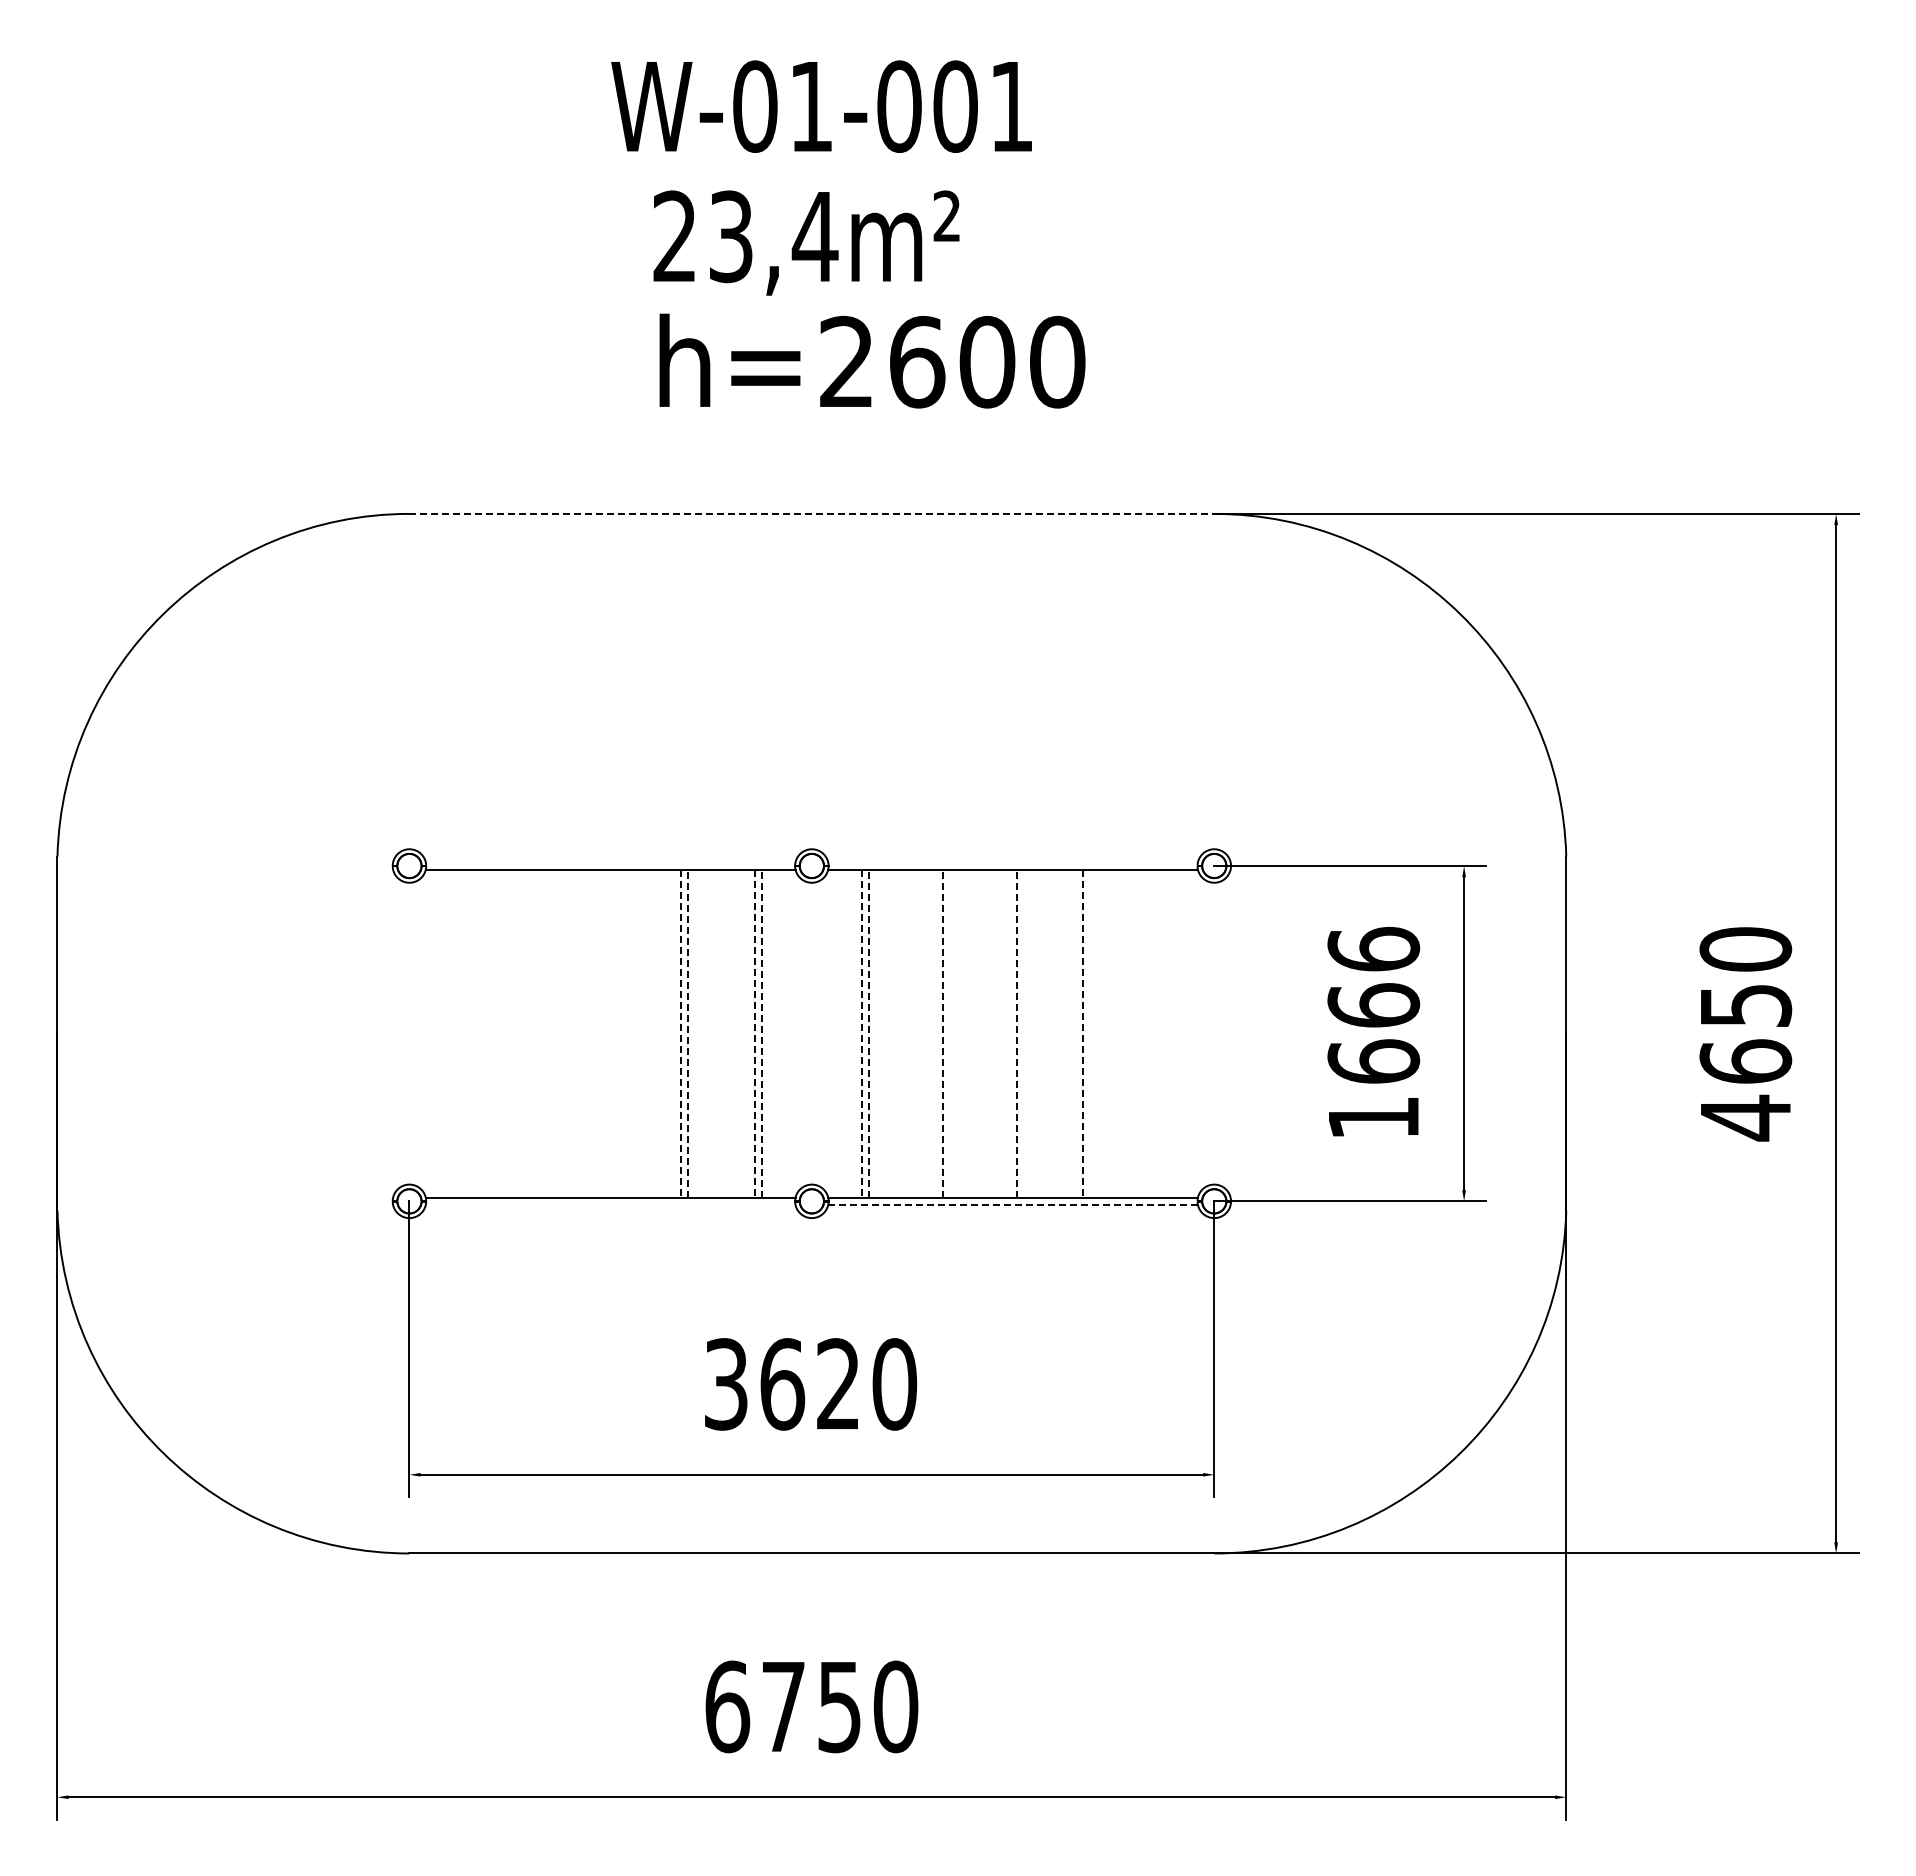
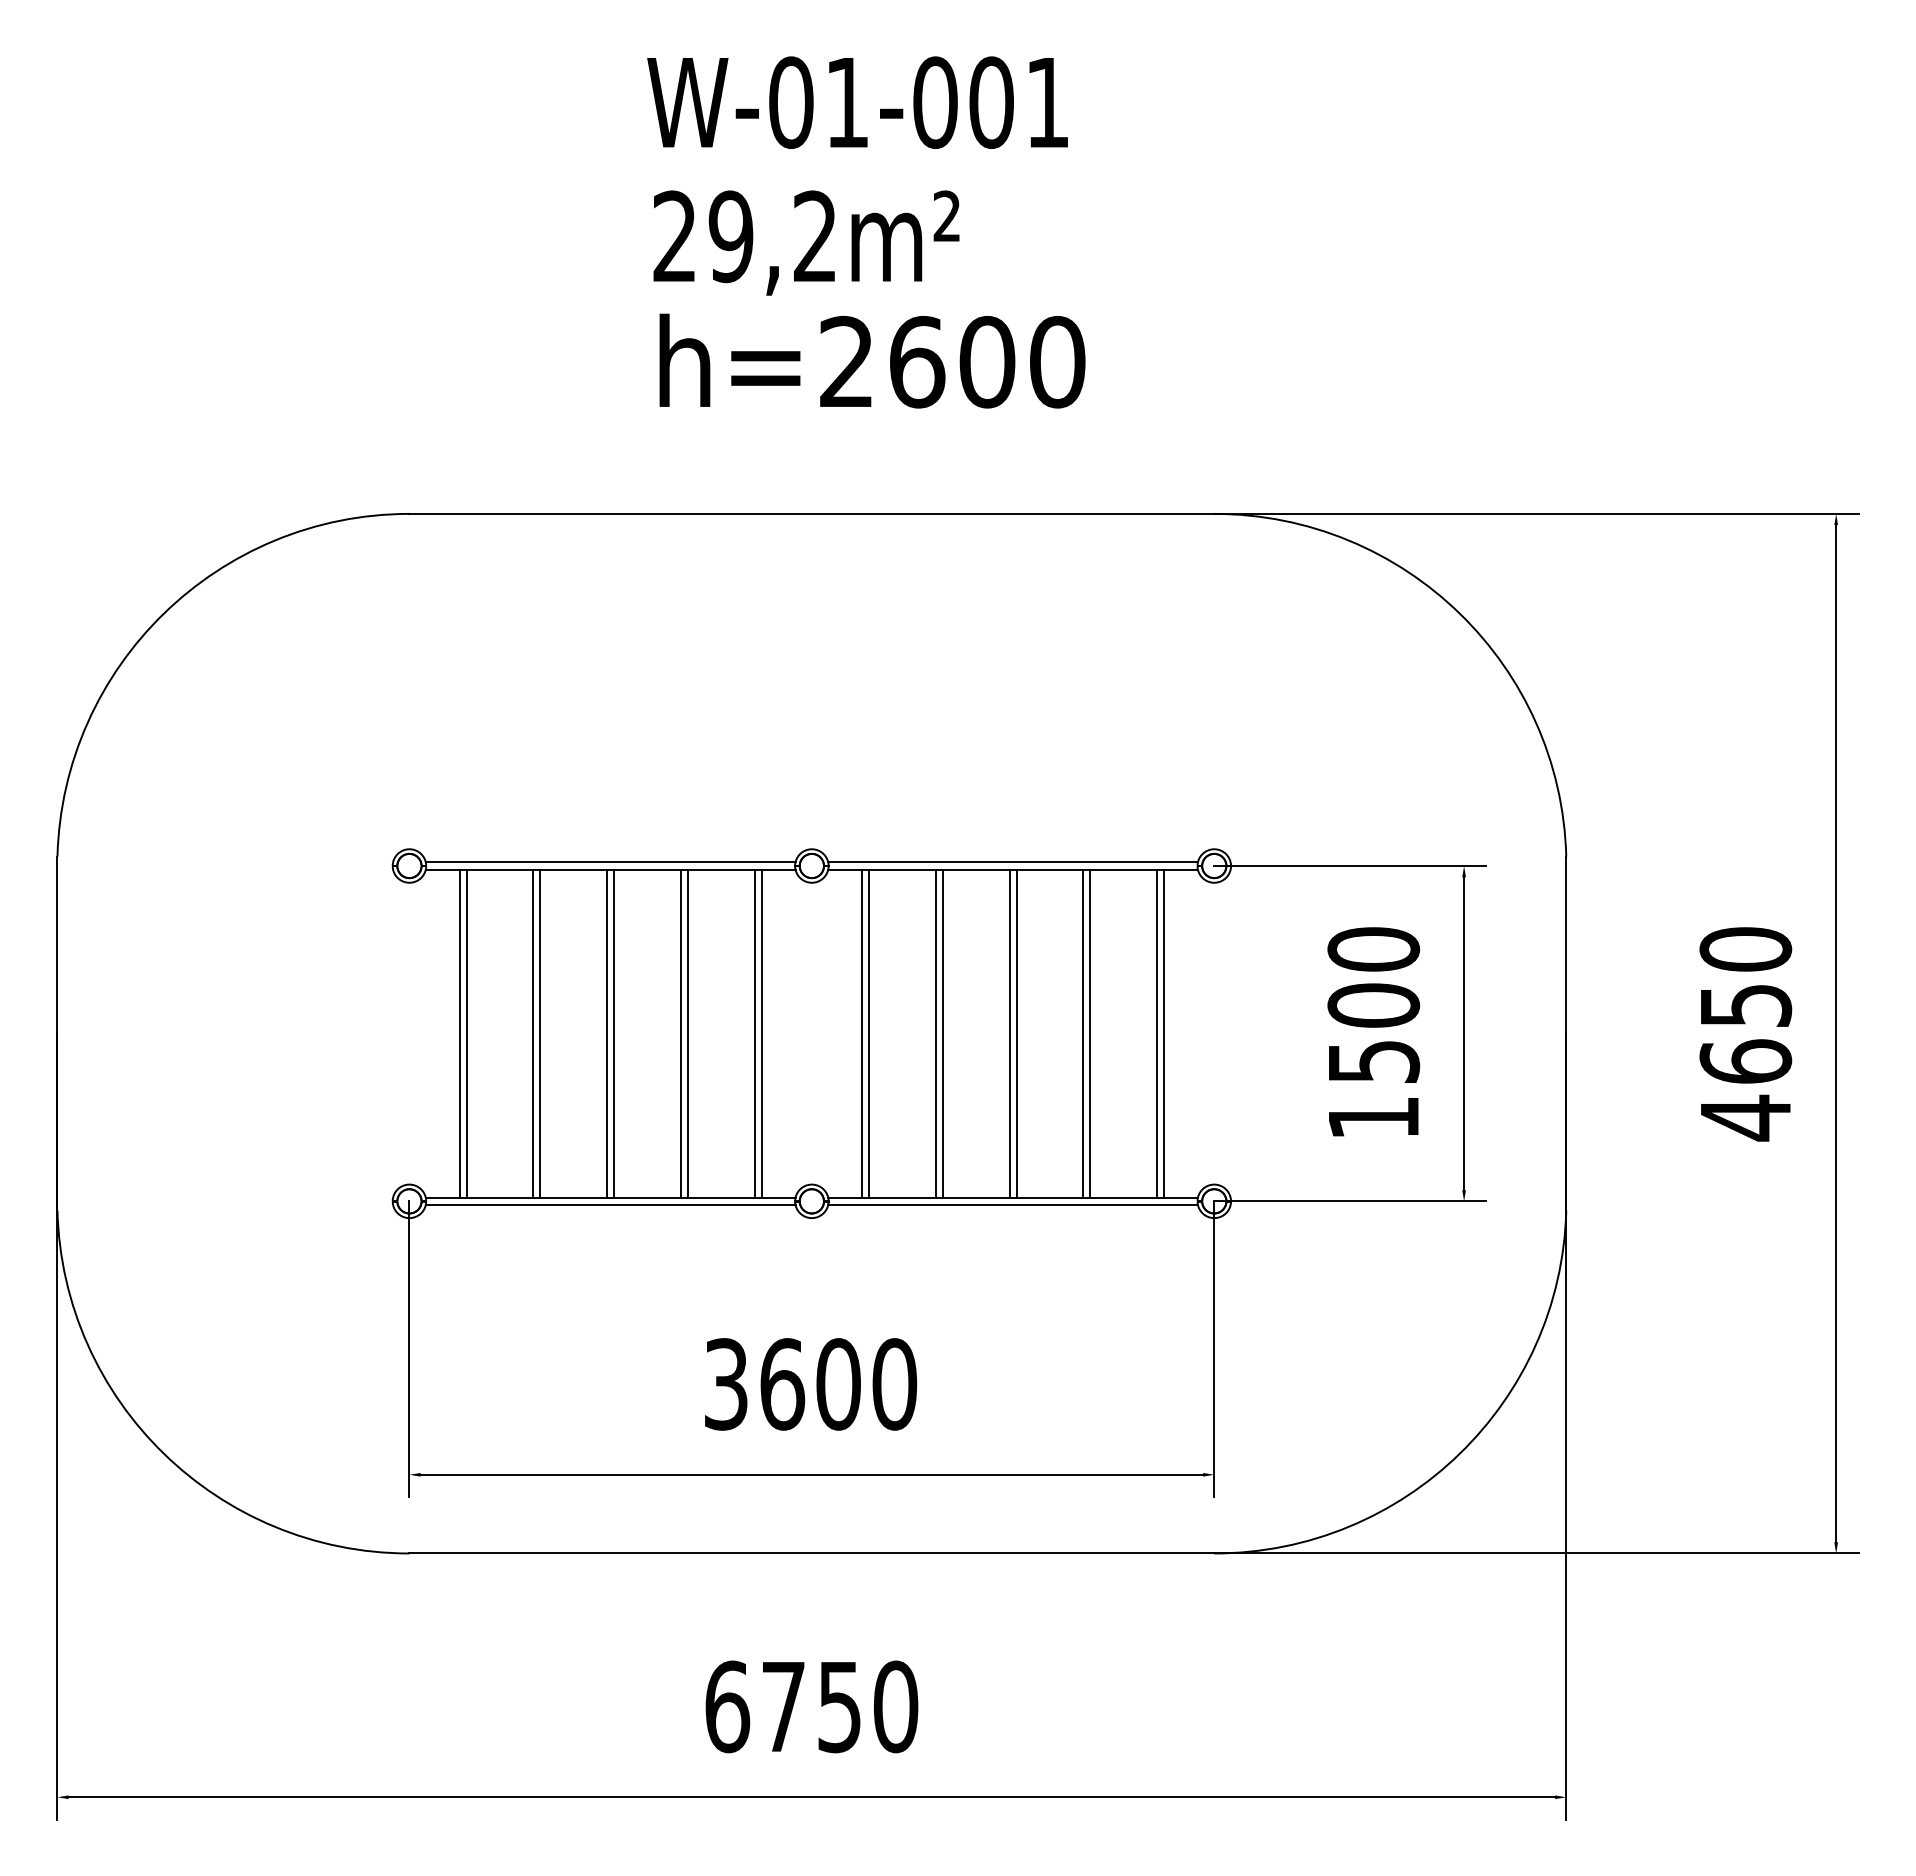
text at (821, 106) position: (821, 106) -> (857, 102)
text at (773, 236): 23,4m² -> 29,2m²
line at (812, 513): dashed -> solid
line at (610, 862): none -> present
line at (1012, 862): none -> present
text at (1373, 1004): 1666 -> 1500
line at (459, 1033): none -> present
line at (466, 1033): none -> present
line at (533, 1033): none -> present
line at (540, 1033): none -> present
line at (607, 1033): none -> present
line at (614, 1033): none -> present
line at (688, 1033): dashed -> solid
line at (761, 1033): dashed -> solid
line at (869, 1033): dashed -> solid
line at (935, 1033): none -> present
line at (942, 1033): dashed -> solid
line at (1009, 1033): none -> present
line at (1016, 1033): dashed -> solid
line at (1090, 1033): none -> present
line at (1157, 1033): none -> present
line at (1164, 1033): none -> present
line at (680, 1034): dashed -> solid
line at (754, 1034): dashed -> solid
line at (861, 1034): dashed -> solid
line at (1083, 1034): dashed -> solid
line at (610, 1204): none -> present
line at (1013, 1204): dashed -> solid
text at (838, 1384): 3620 -> 3600
